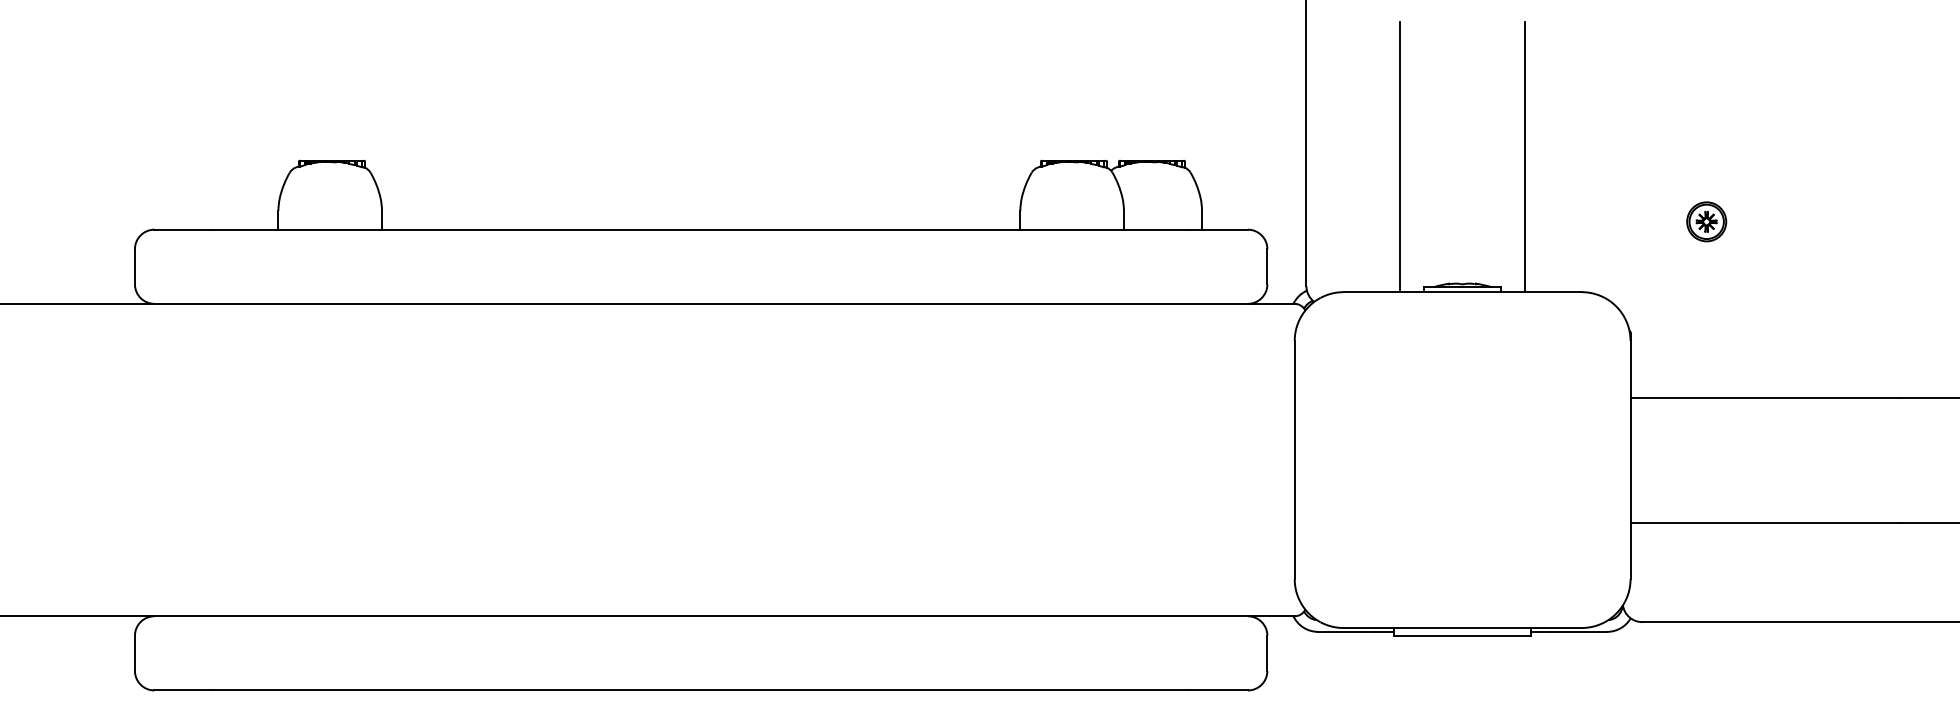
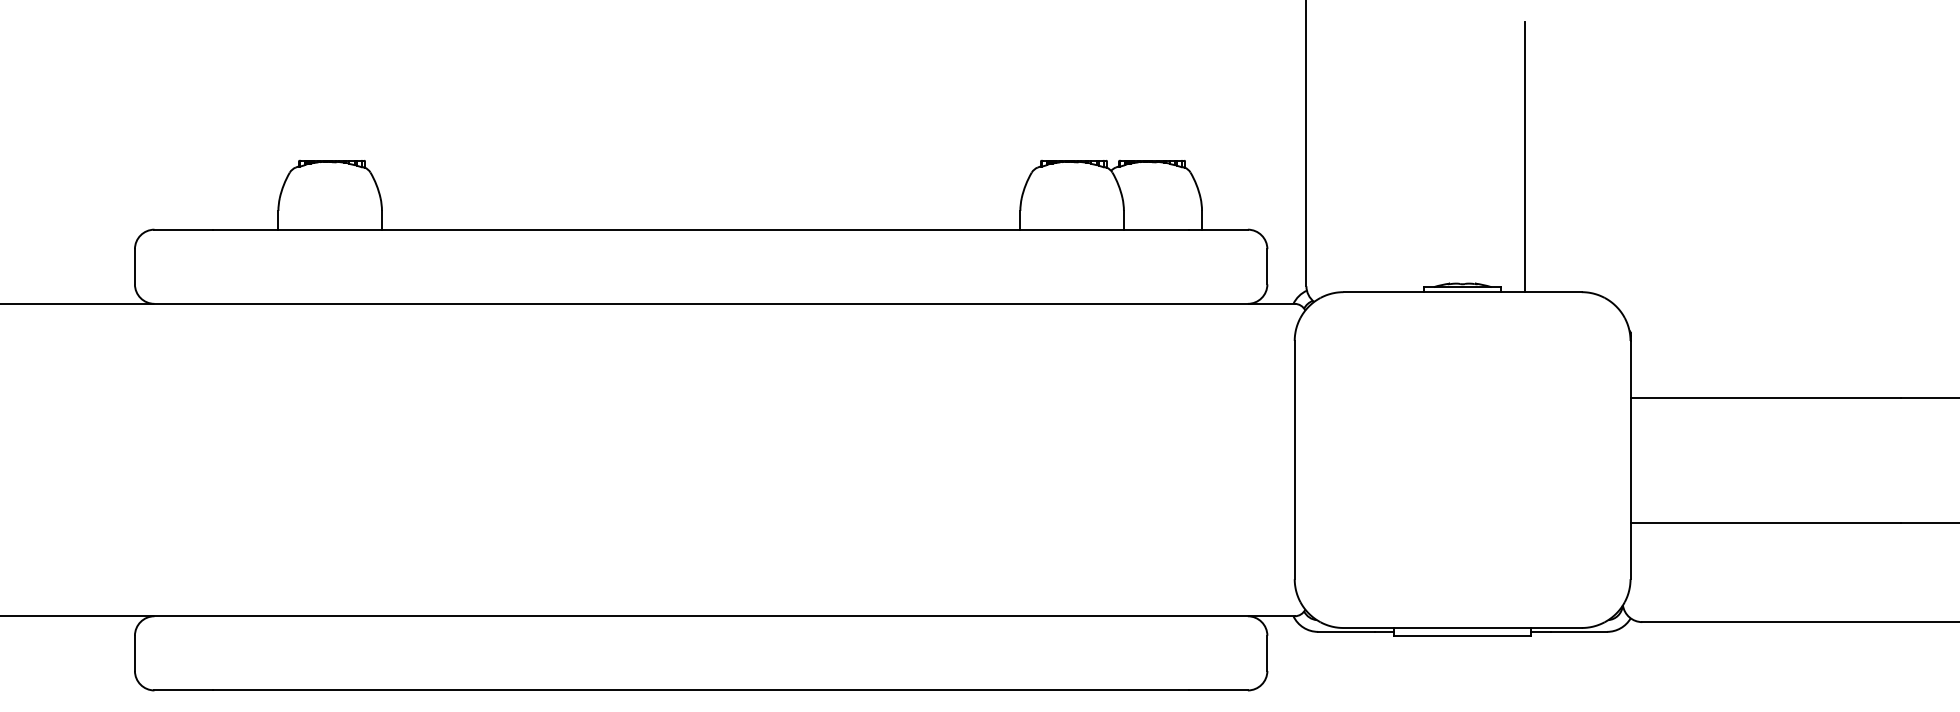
line at (1400, 156): present -> none
part at (1706, 221): present -> none
